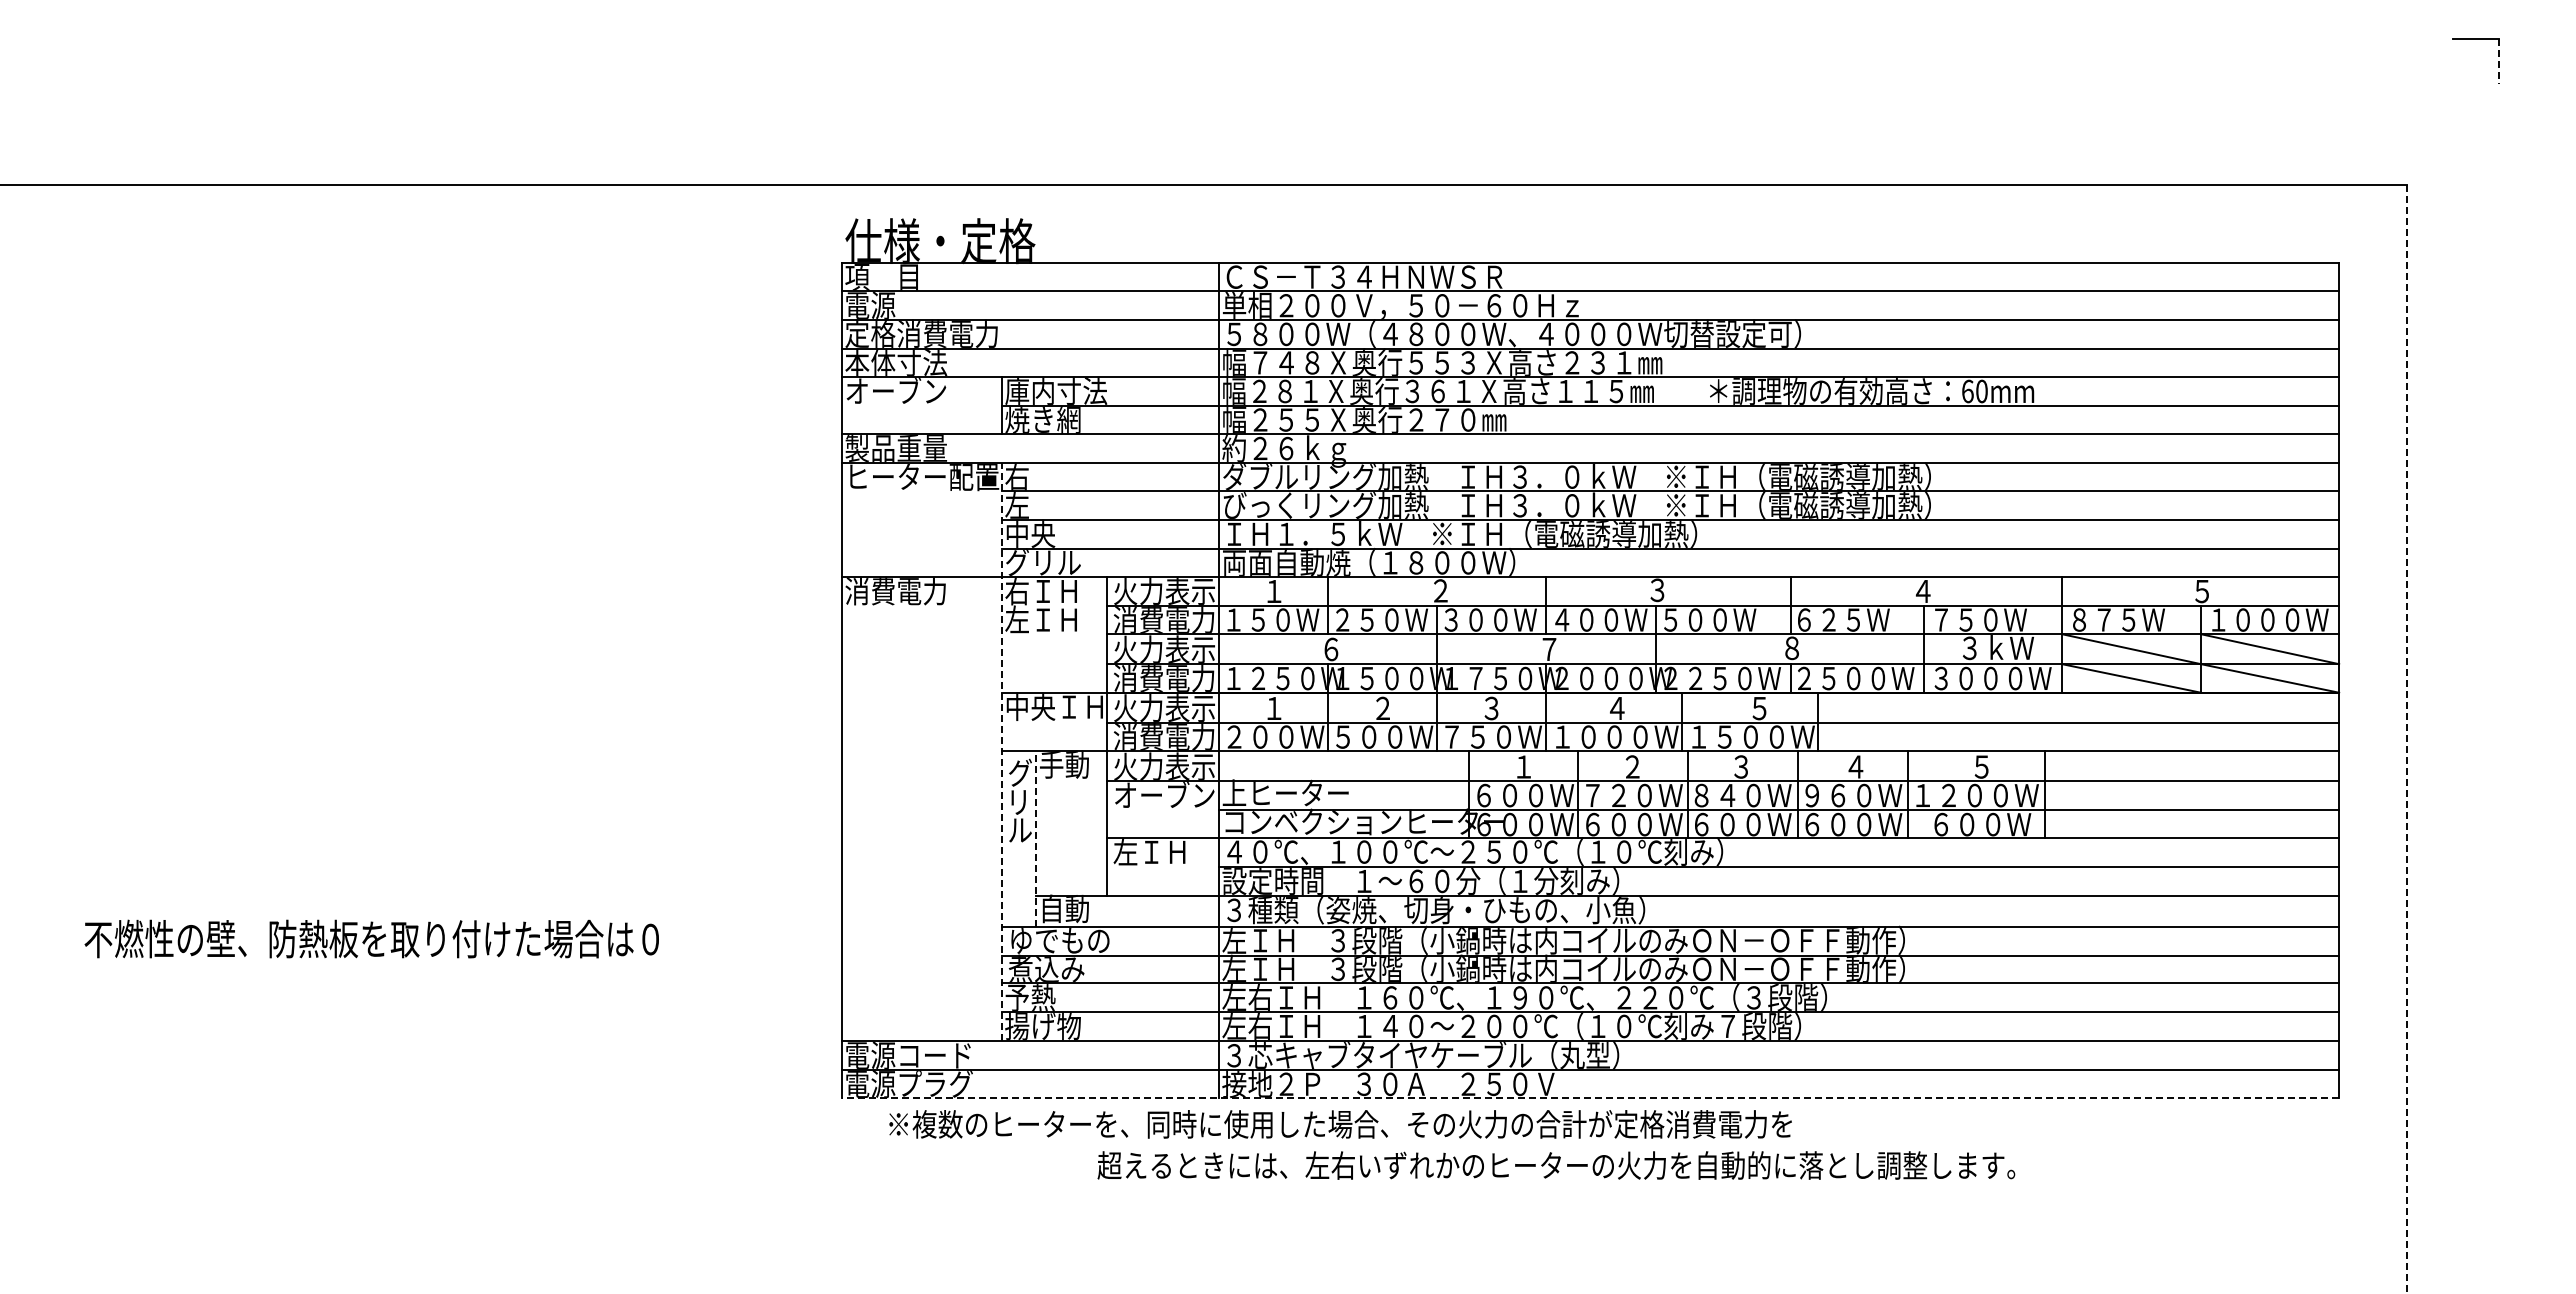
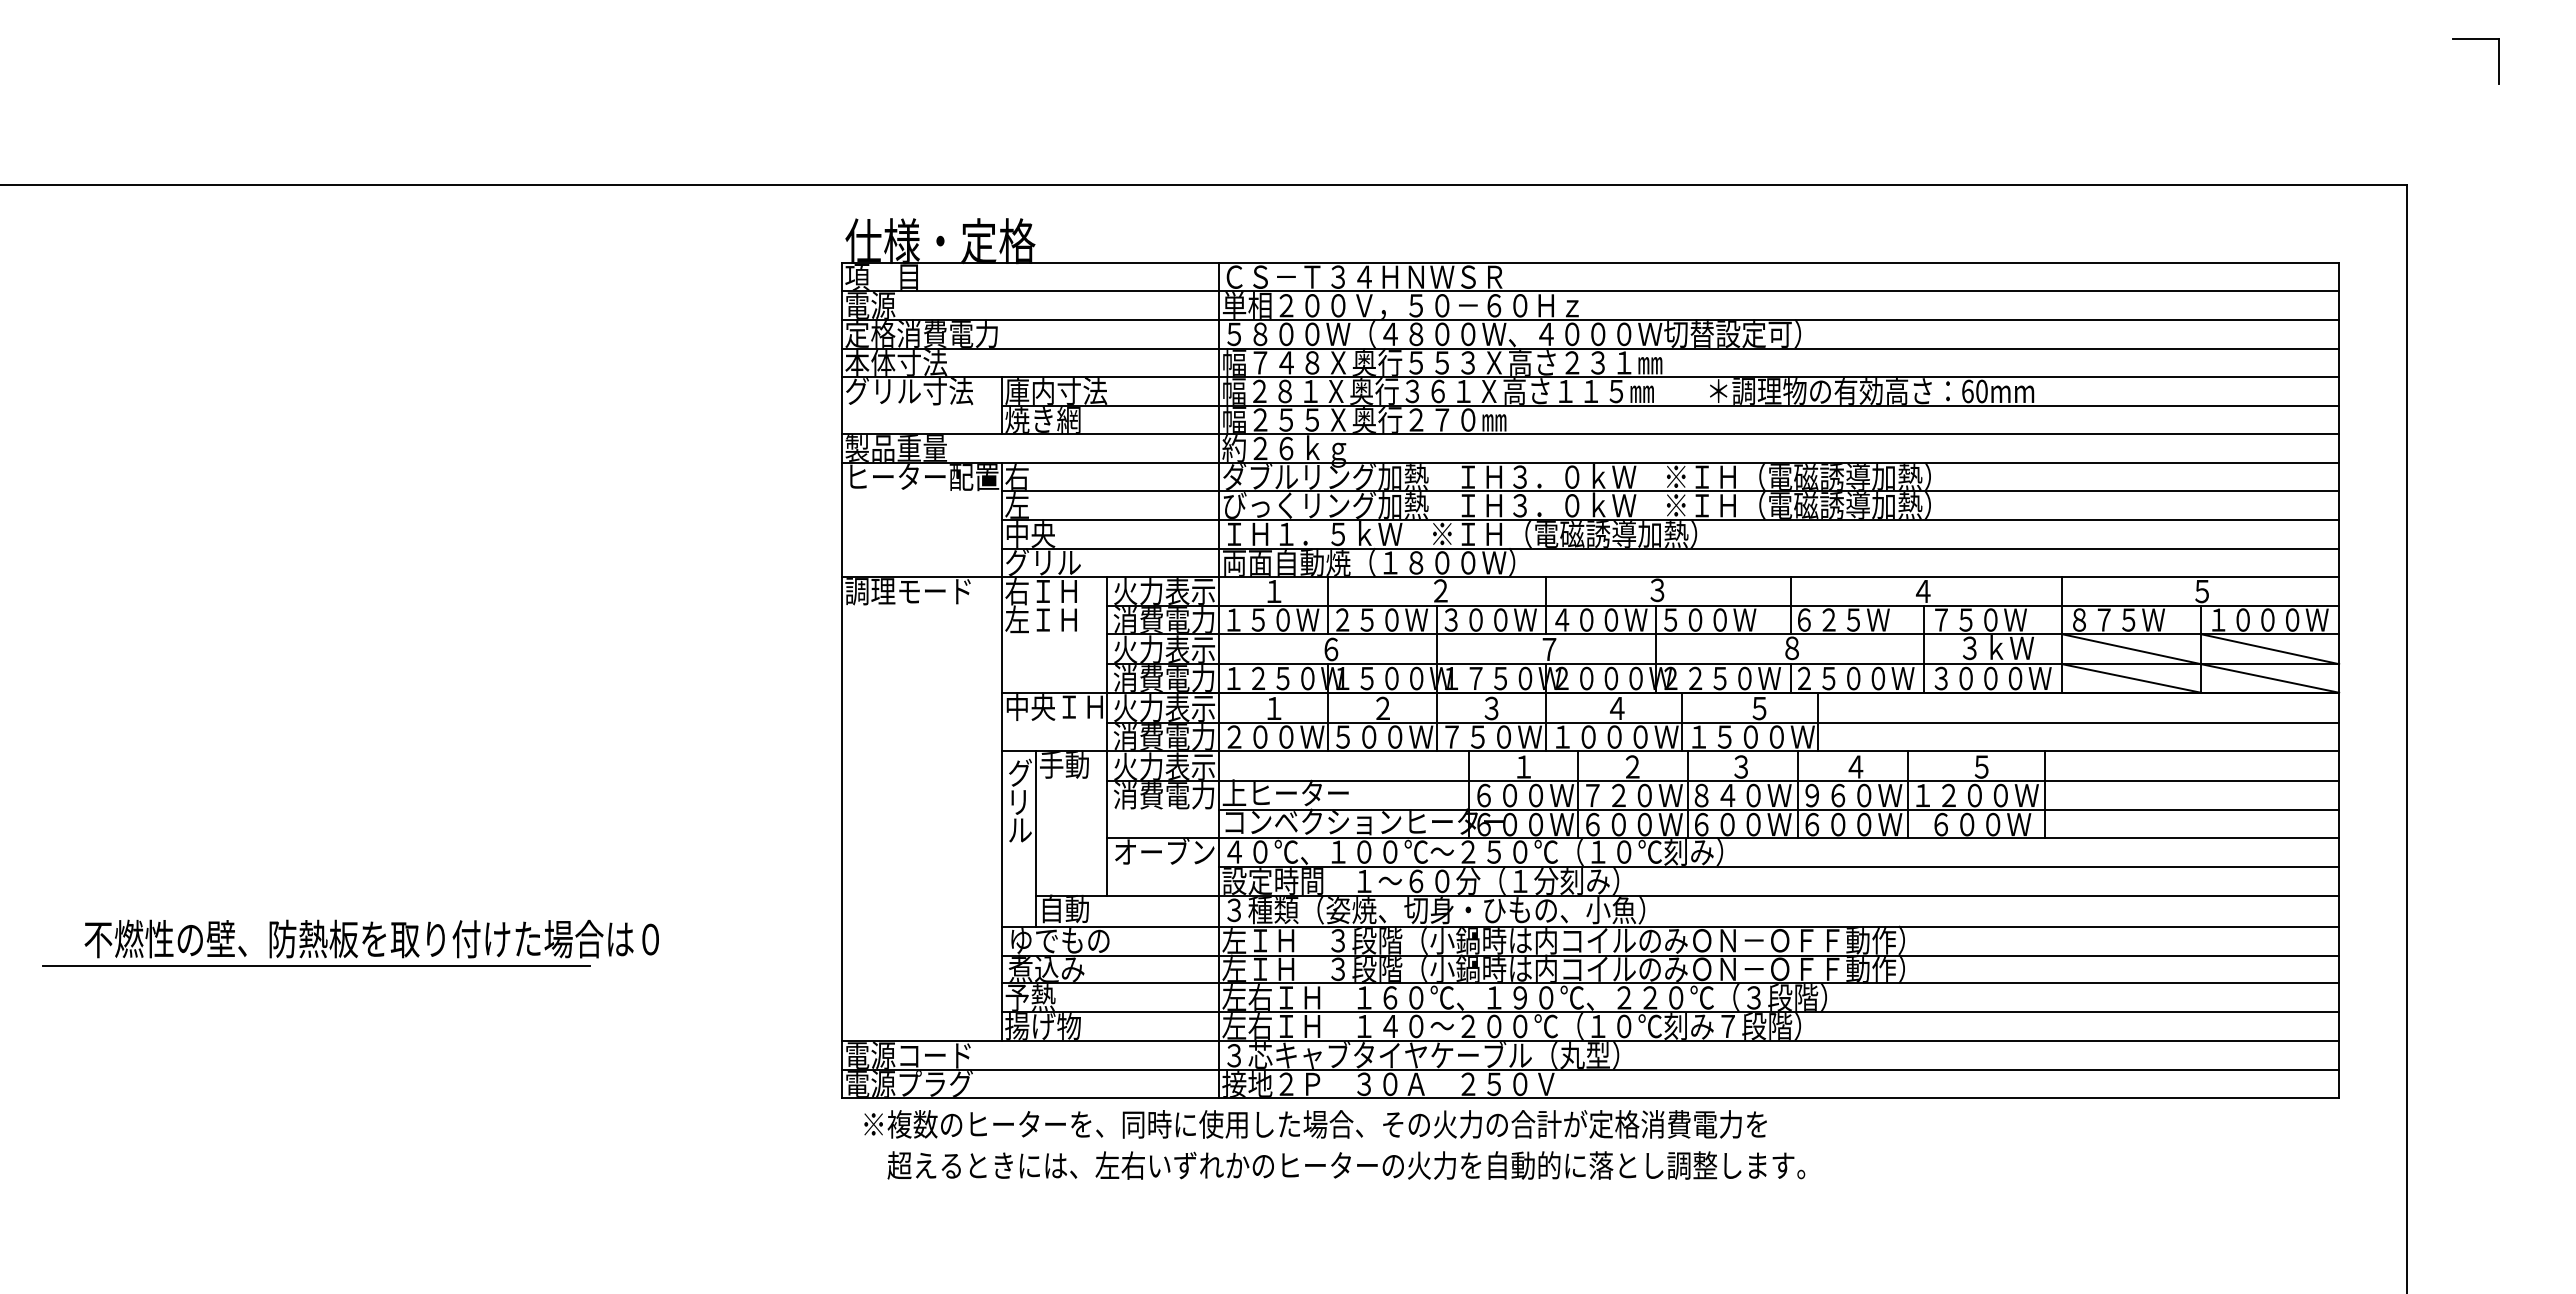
line at (2498, 61): dashed -> solid
text at (909, 391): オーブン -> グリル寸法
text at (907, 591): 消費電力 -> 調理モード
line at (2407, 739): dashed -> solid
line at (1001, 751): dashed -> solid
text at (1164, 795): オーブン -> 消費電力
line at (1036, 838): dashed -> solid
text at (1163, 852): 左ＩＨ -> オーブン
line at (316, 965): none -> present
line at (1590, 1098): dashed -> solid
text at (1340, 1124) position: (1340, 1124) -> (1315, 1124)
text at (1556, 1165) position: (1556, 1165) -> (1346, 1165)
